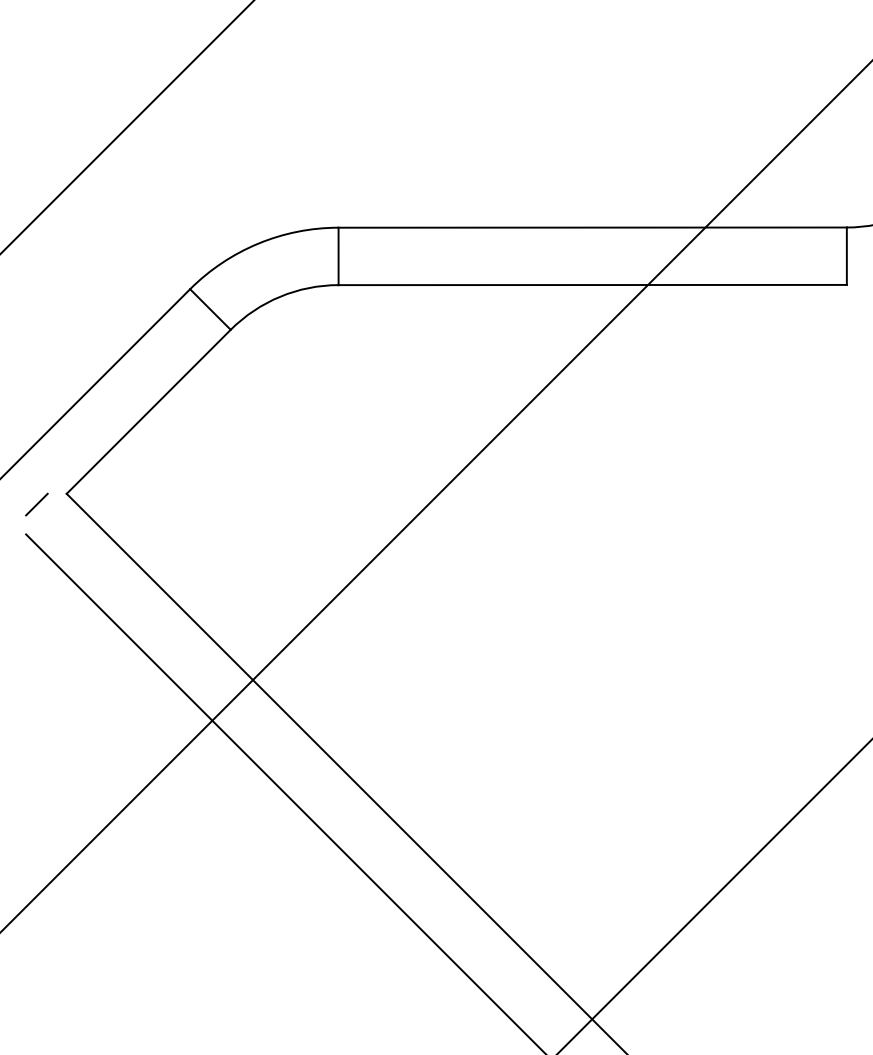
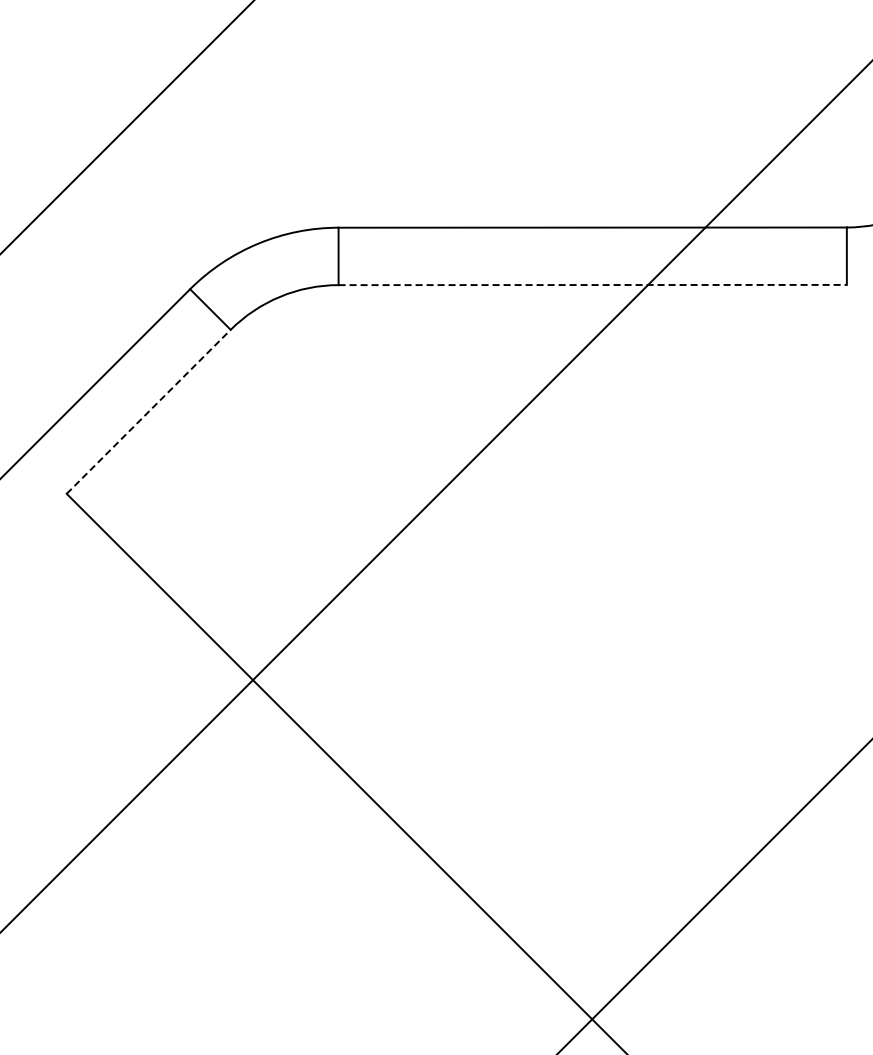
line at (593, 285): solid -> dashed
line at (148, 411): solid -> dashed
line at (36, 504): present -> none
line at (284, 792): present -> none
